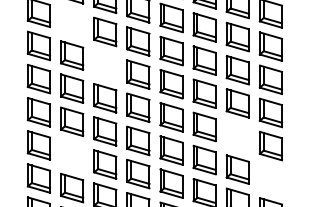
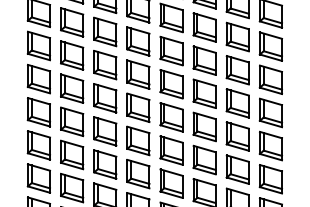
part at (72, 22): none -> present
part at (105, 65): none -> present
part at (237, 136): none -> present
part at (72, 154): none -> present
part at (270, 179): none -> present
